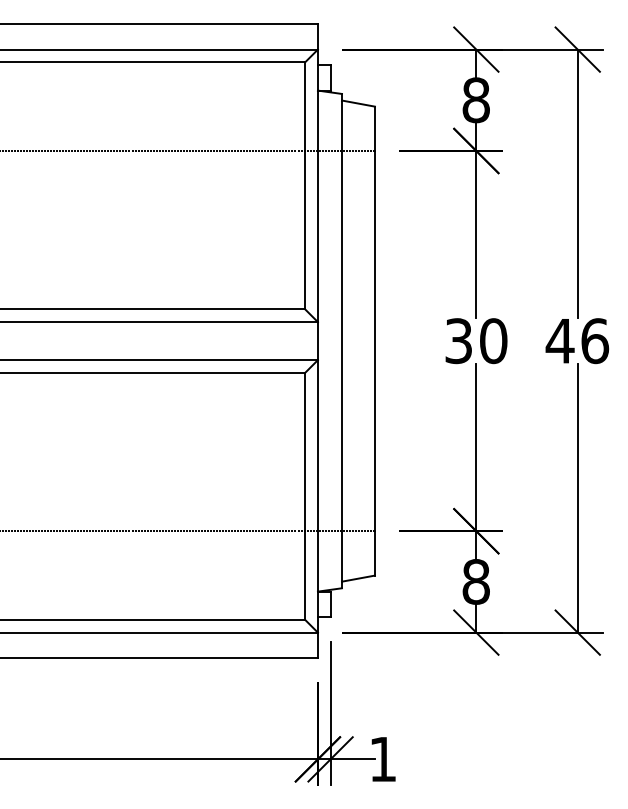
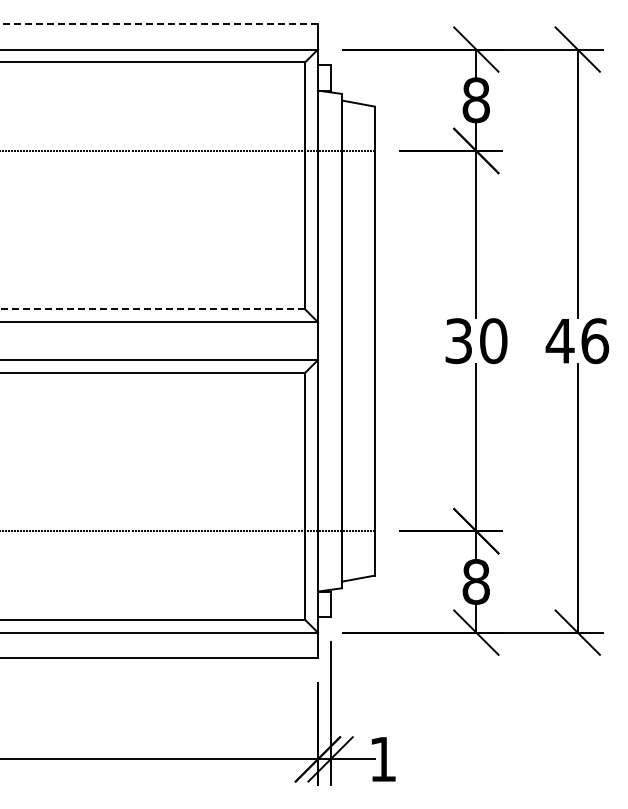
line at (158, 24): solid -> dashed
line at (152, 309): solid -> dashed
